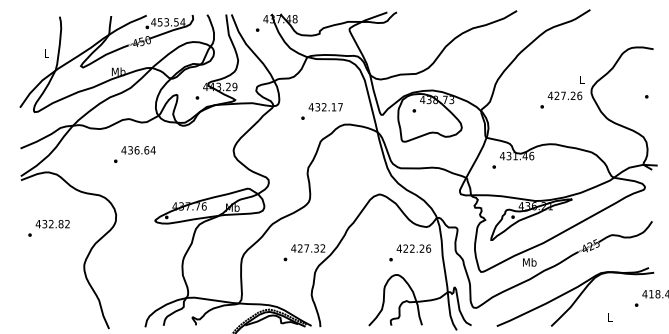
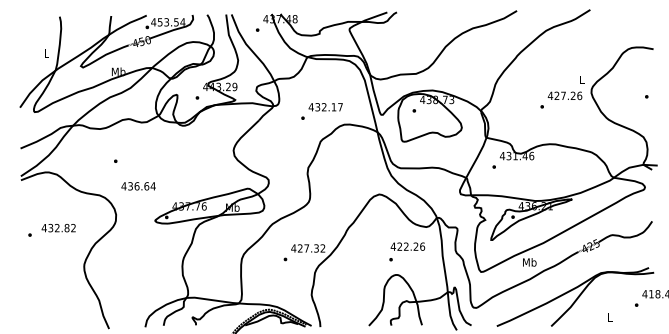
text at (138, 150) position: (138, 150) -> (138, 186)
text at (52, 224) position: (52, 224) -> (58, 228)
text at (413, 248) position: (413, 248) -> (407, 246)
